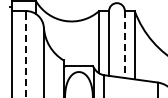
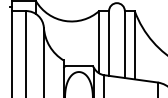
line at (124, 45): dashed -> solid
line at (26, 53): dashed -> solid
